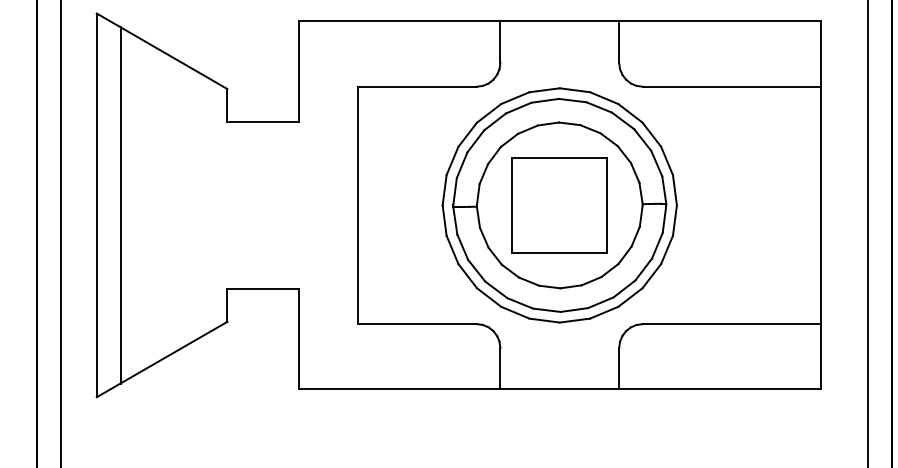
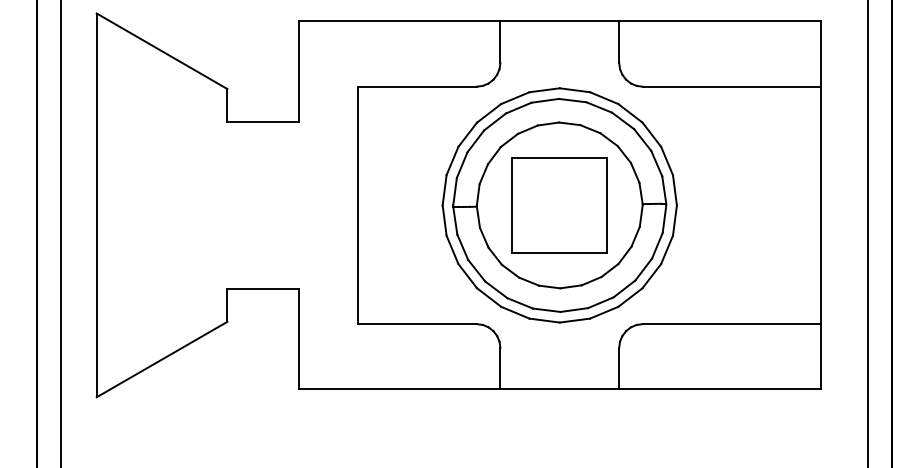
line at (120, 205): present -> none
